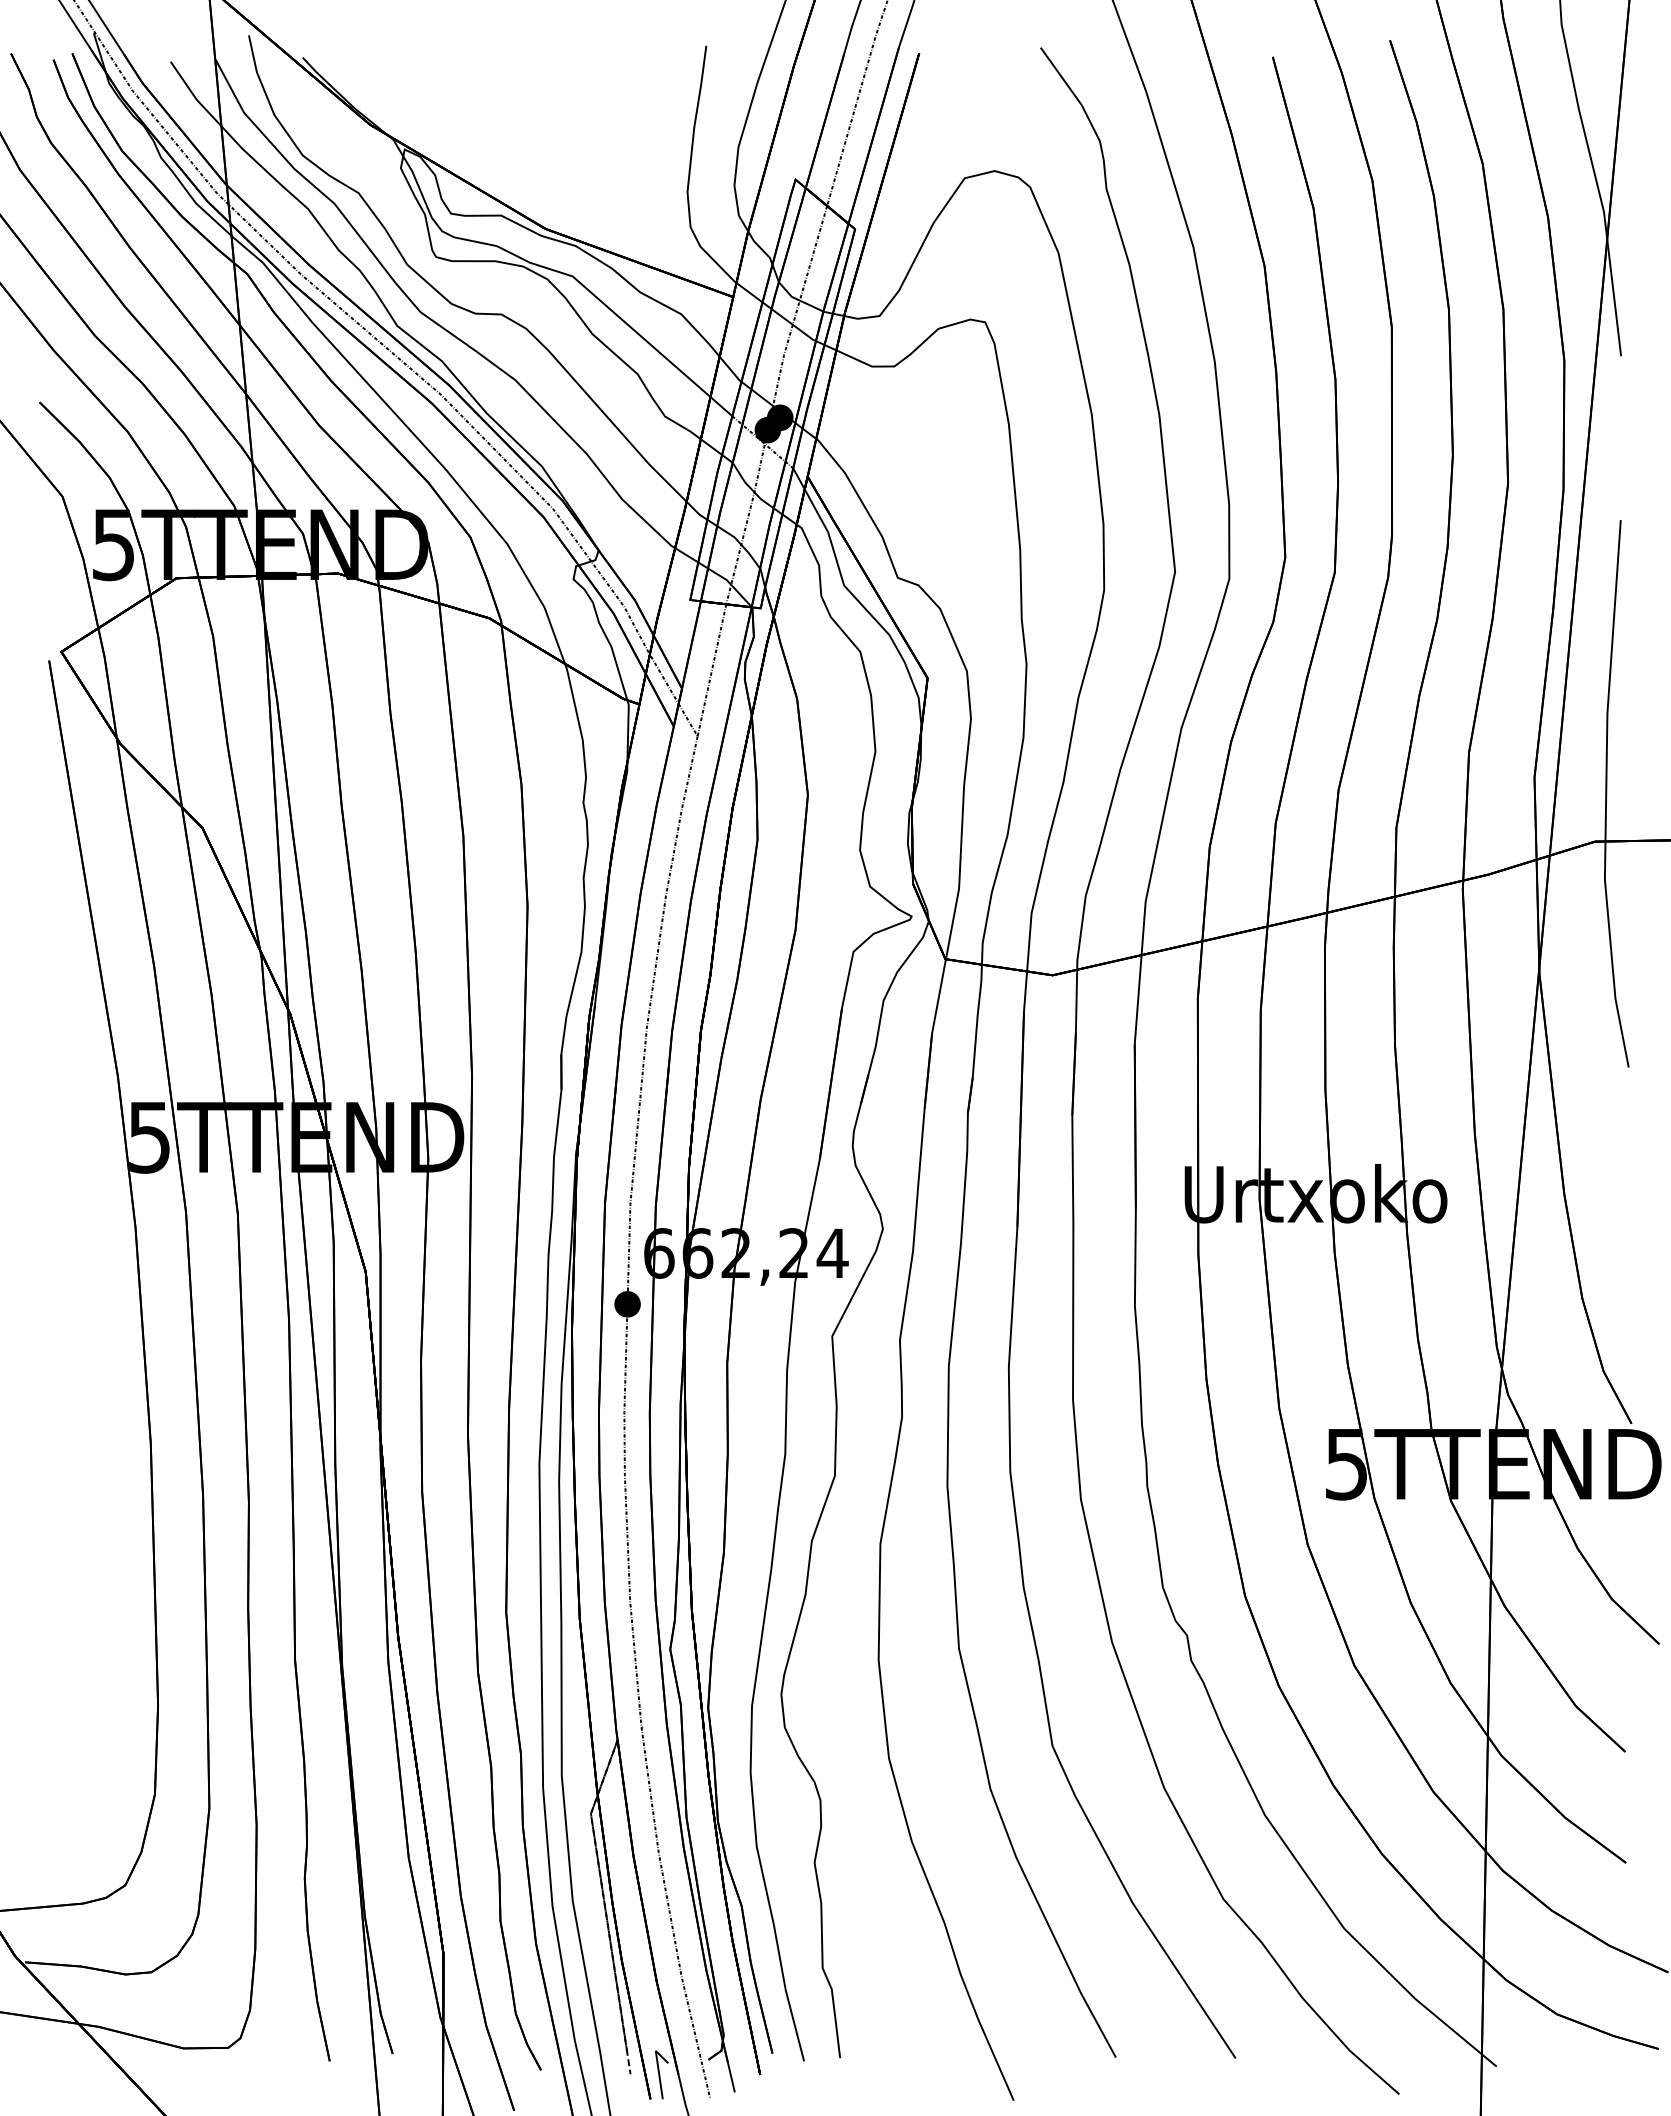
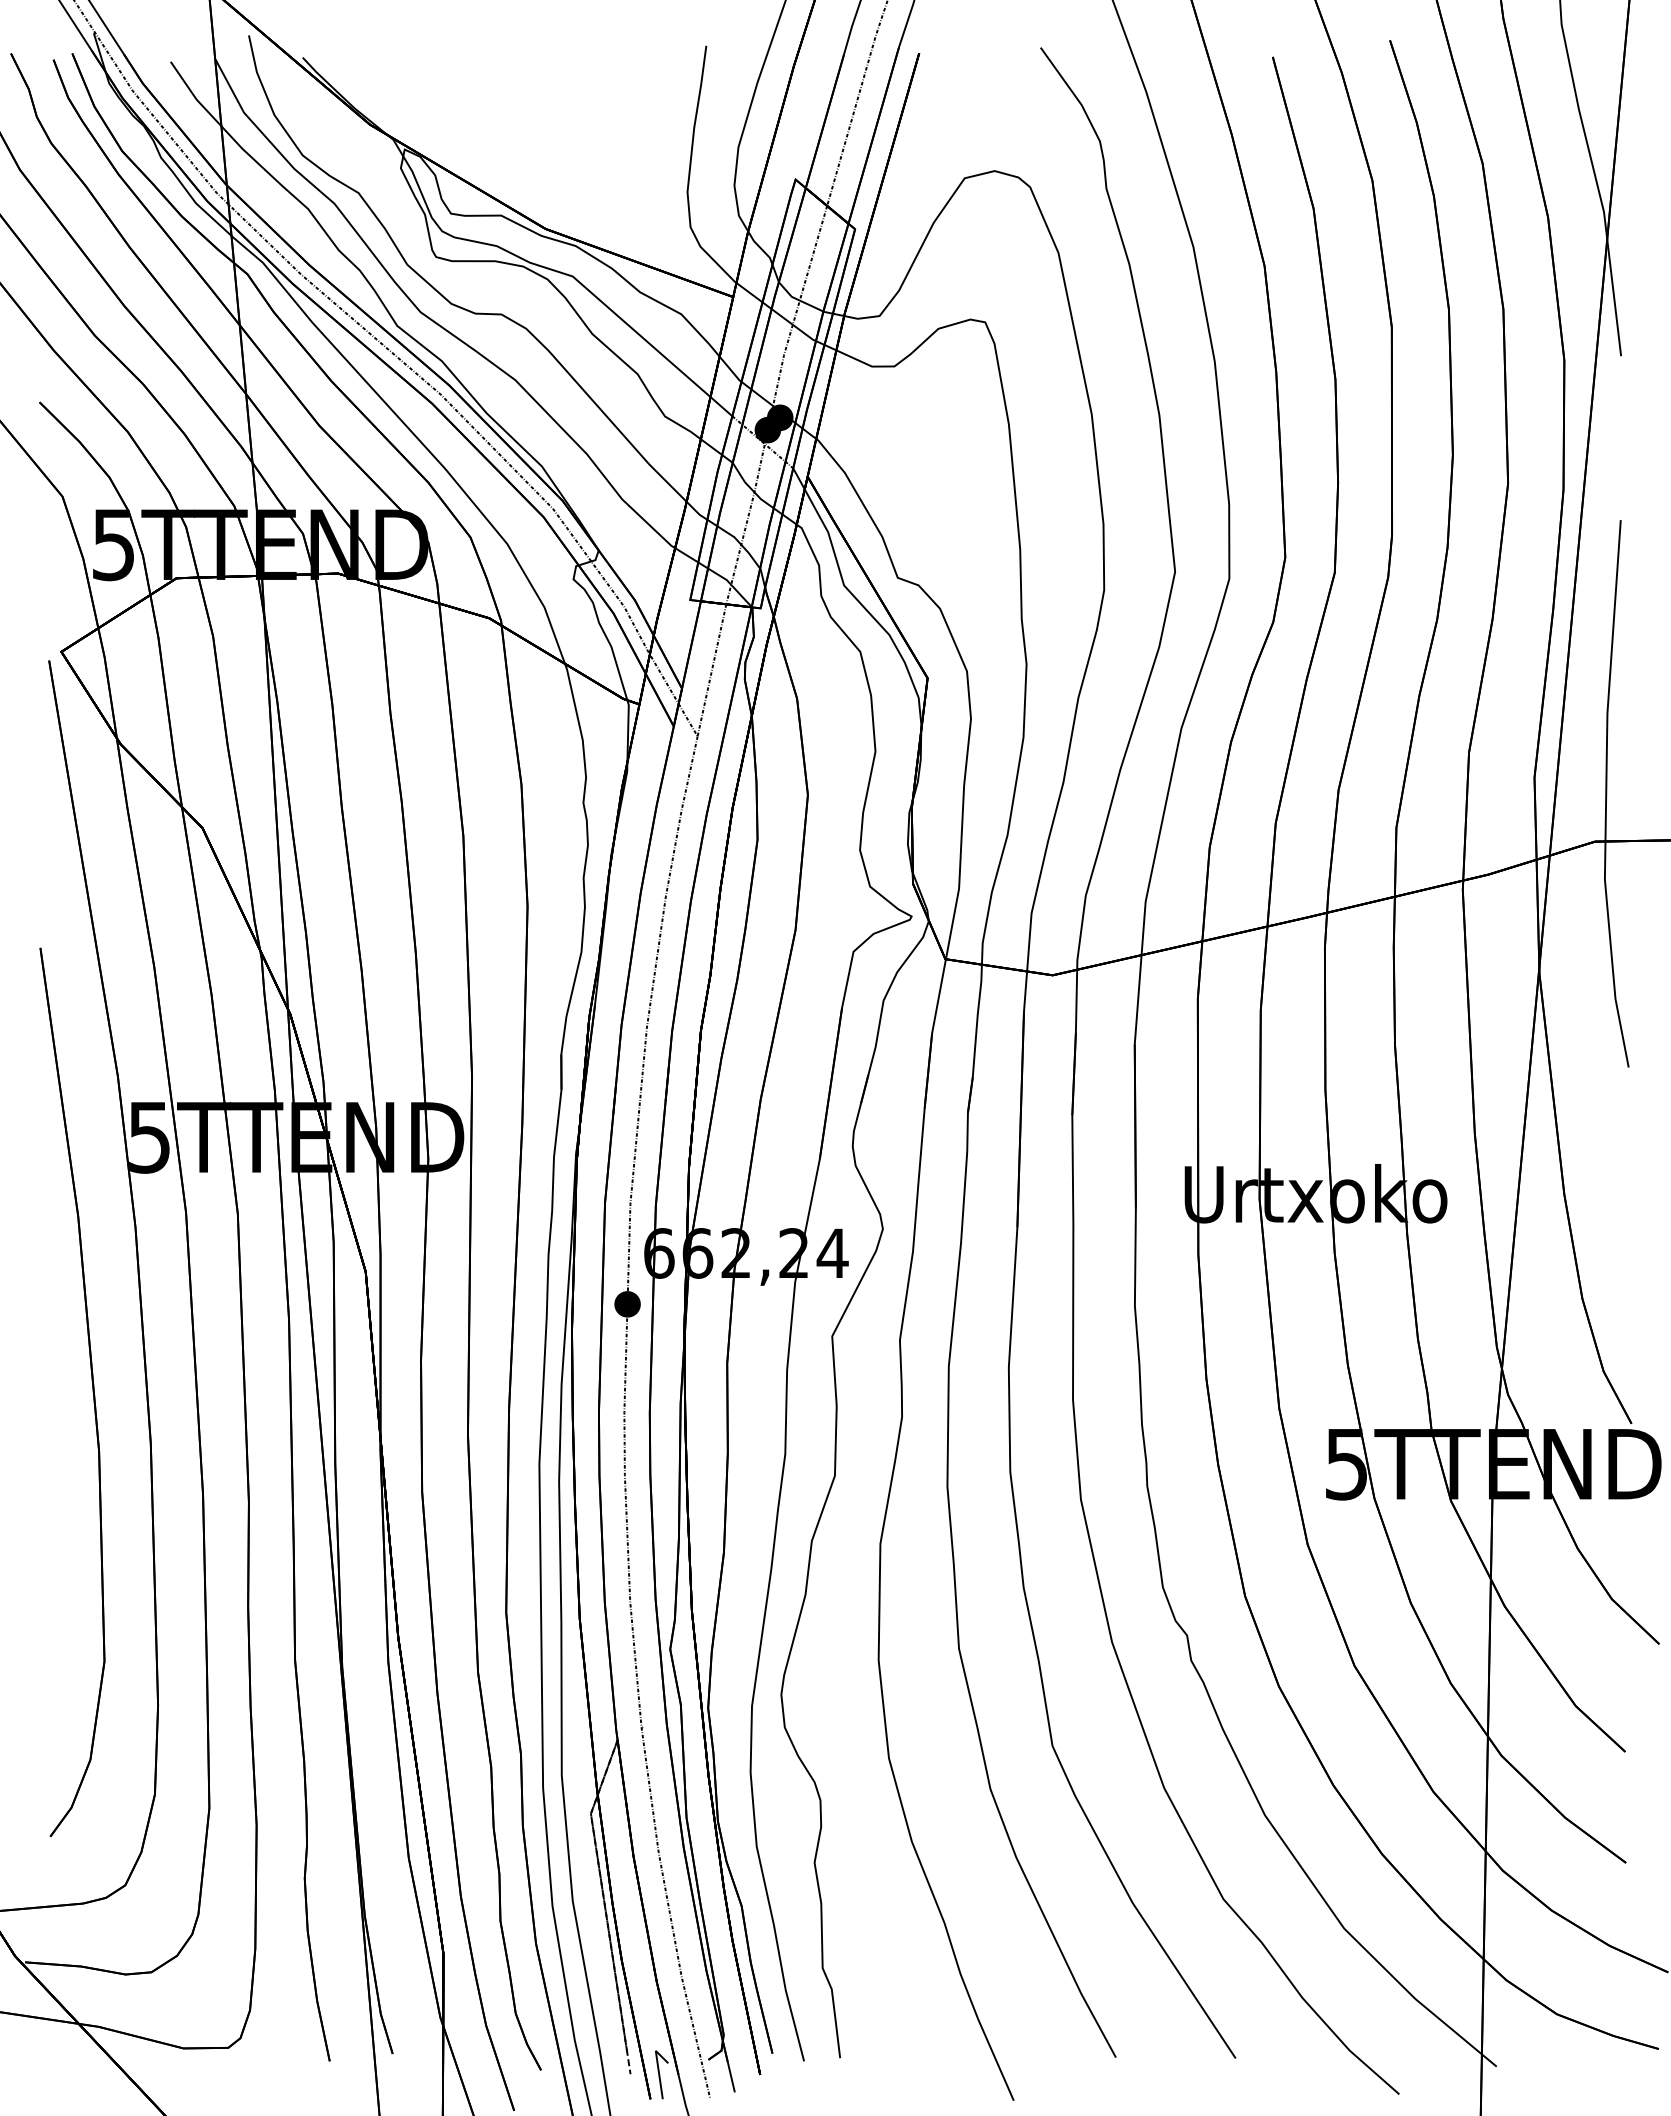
part at (92, 1392): none -> present
